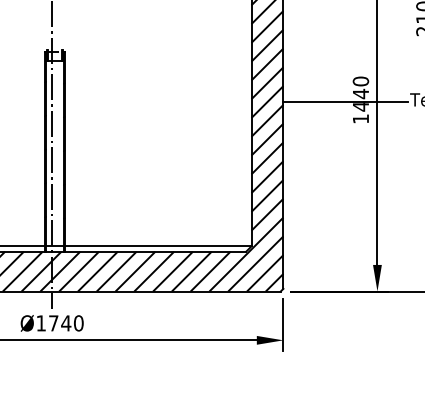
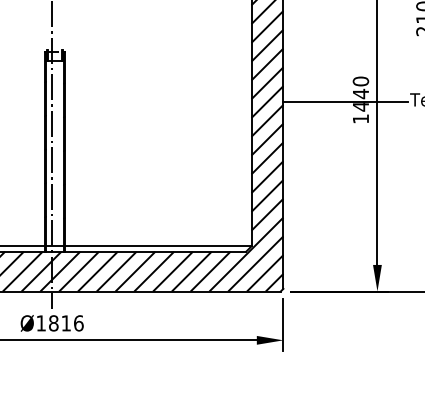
text at (66, 323): Ø1740 -> Ø1816
